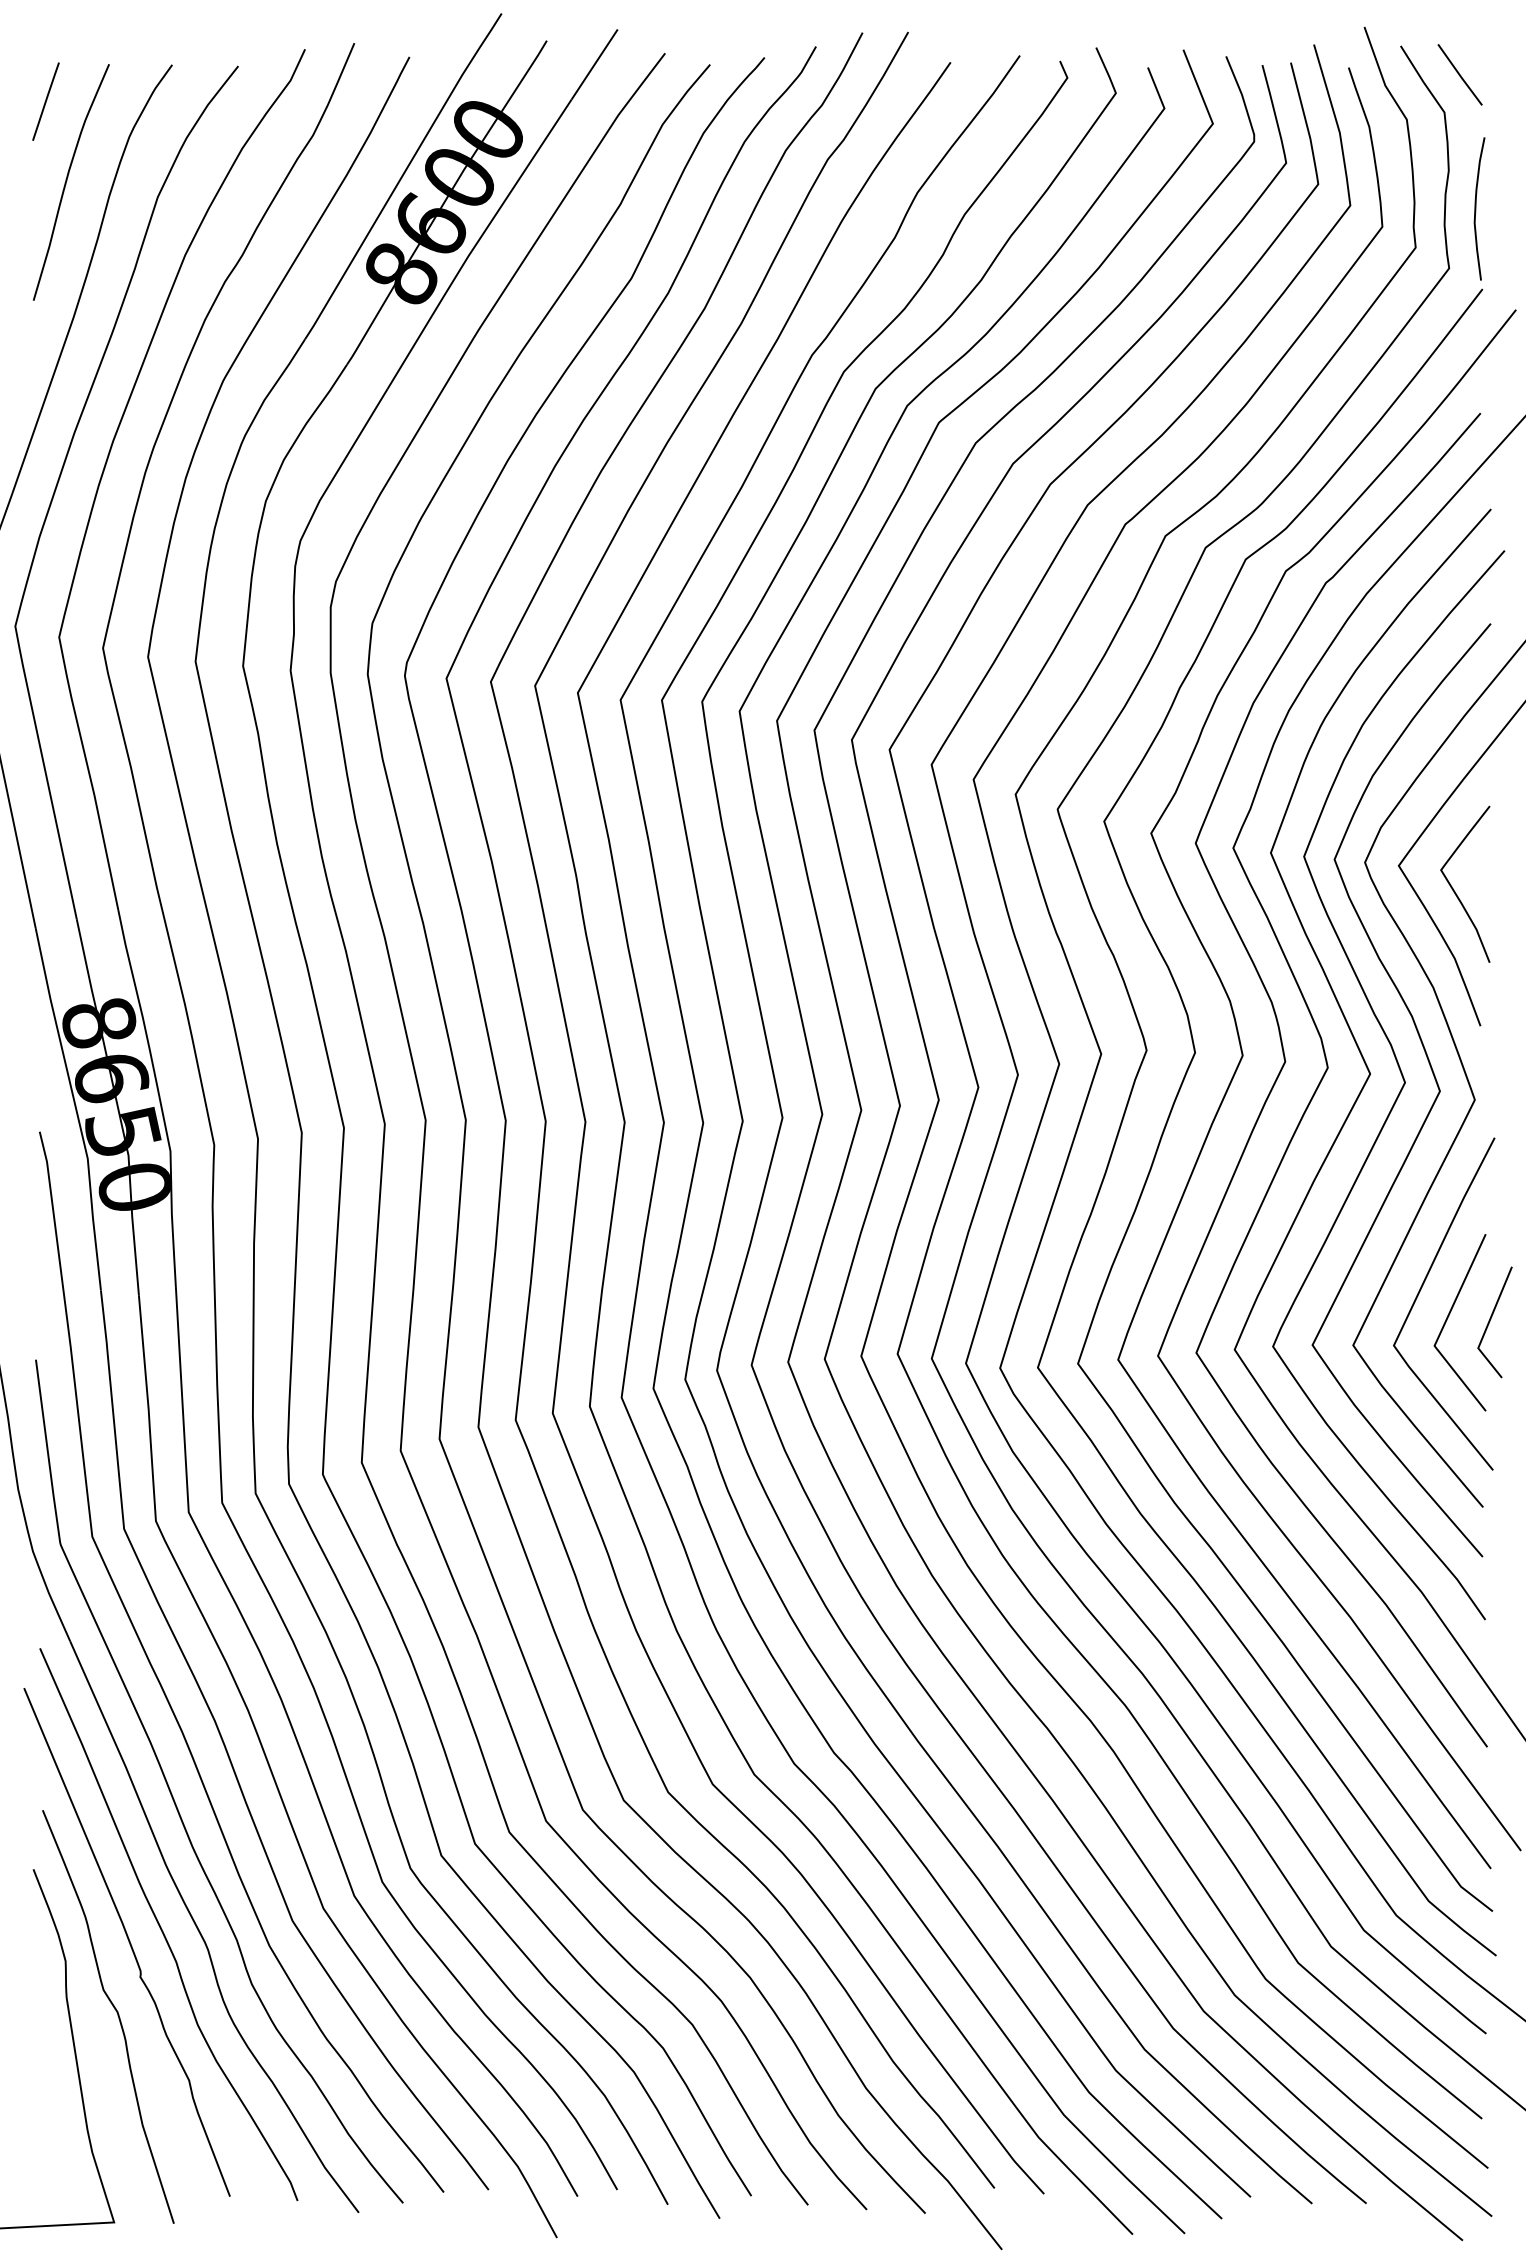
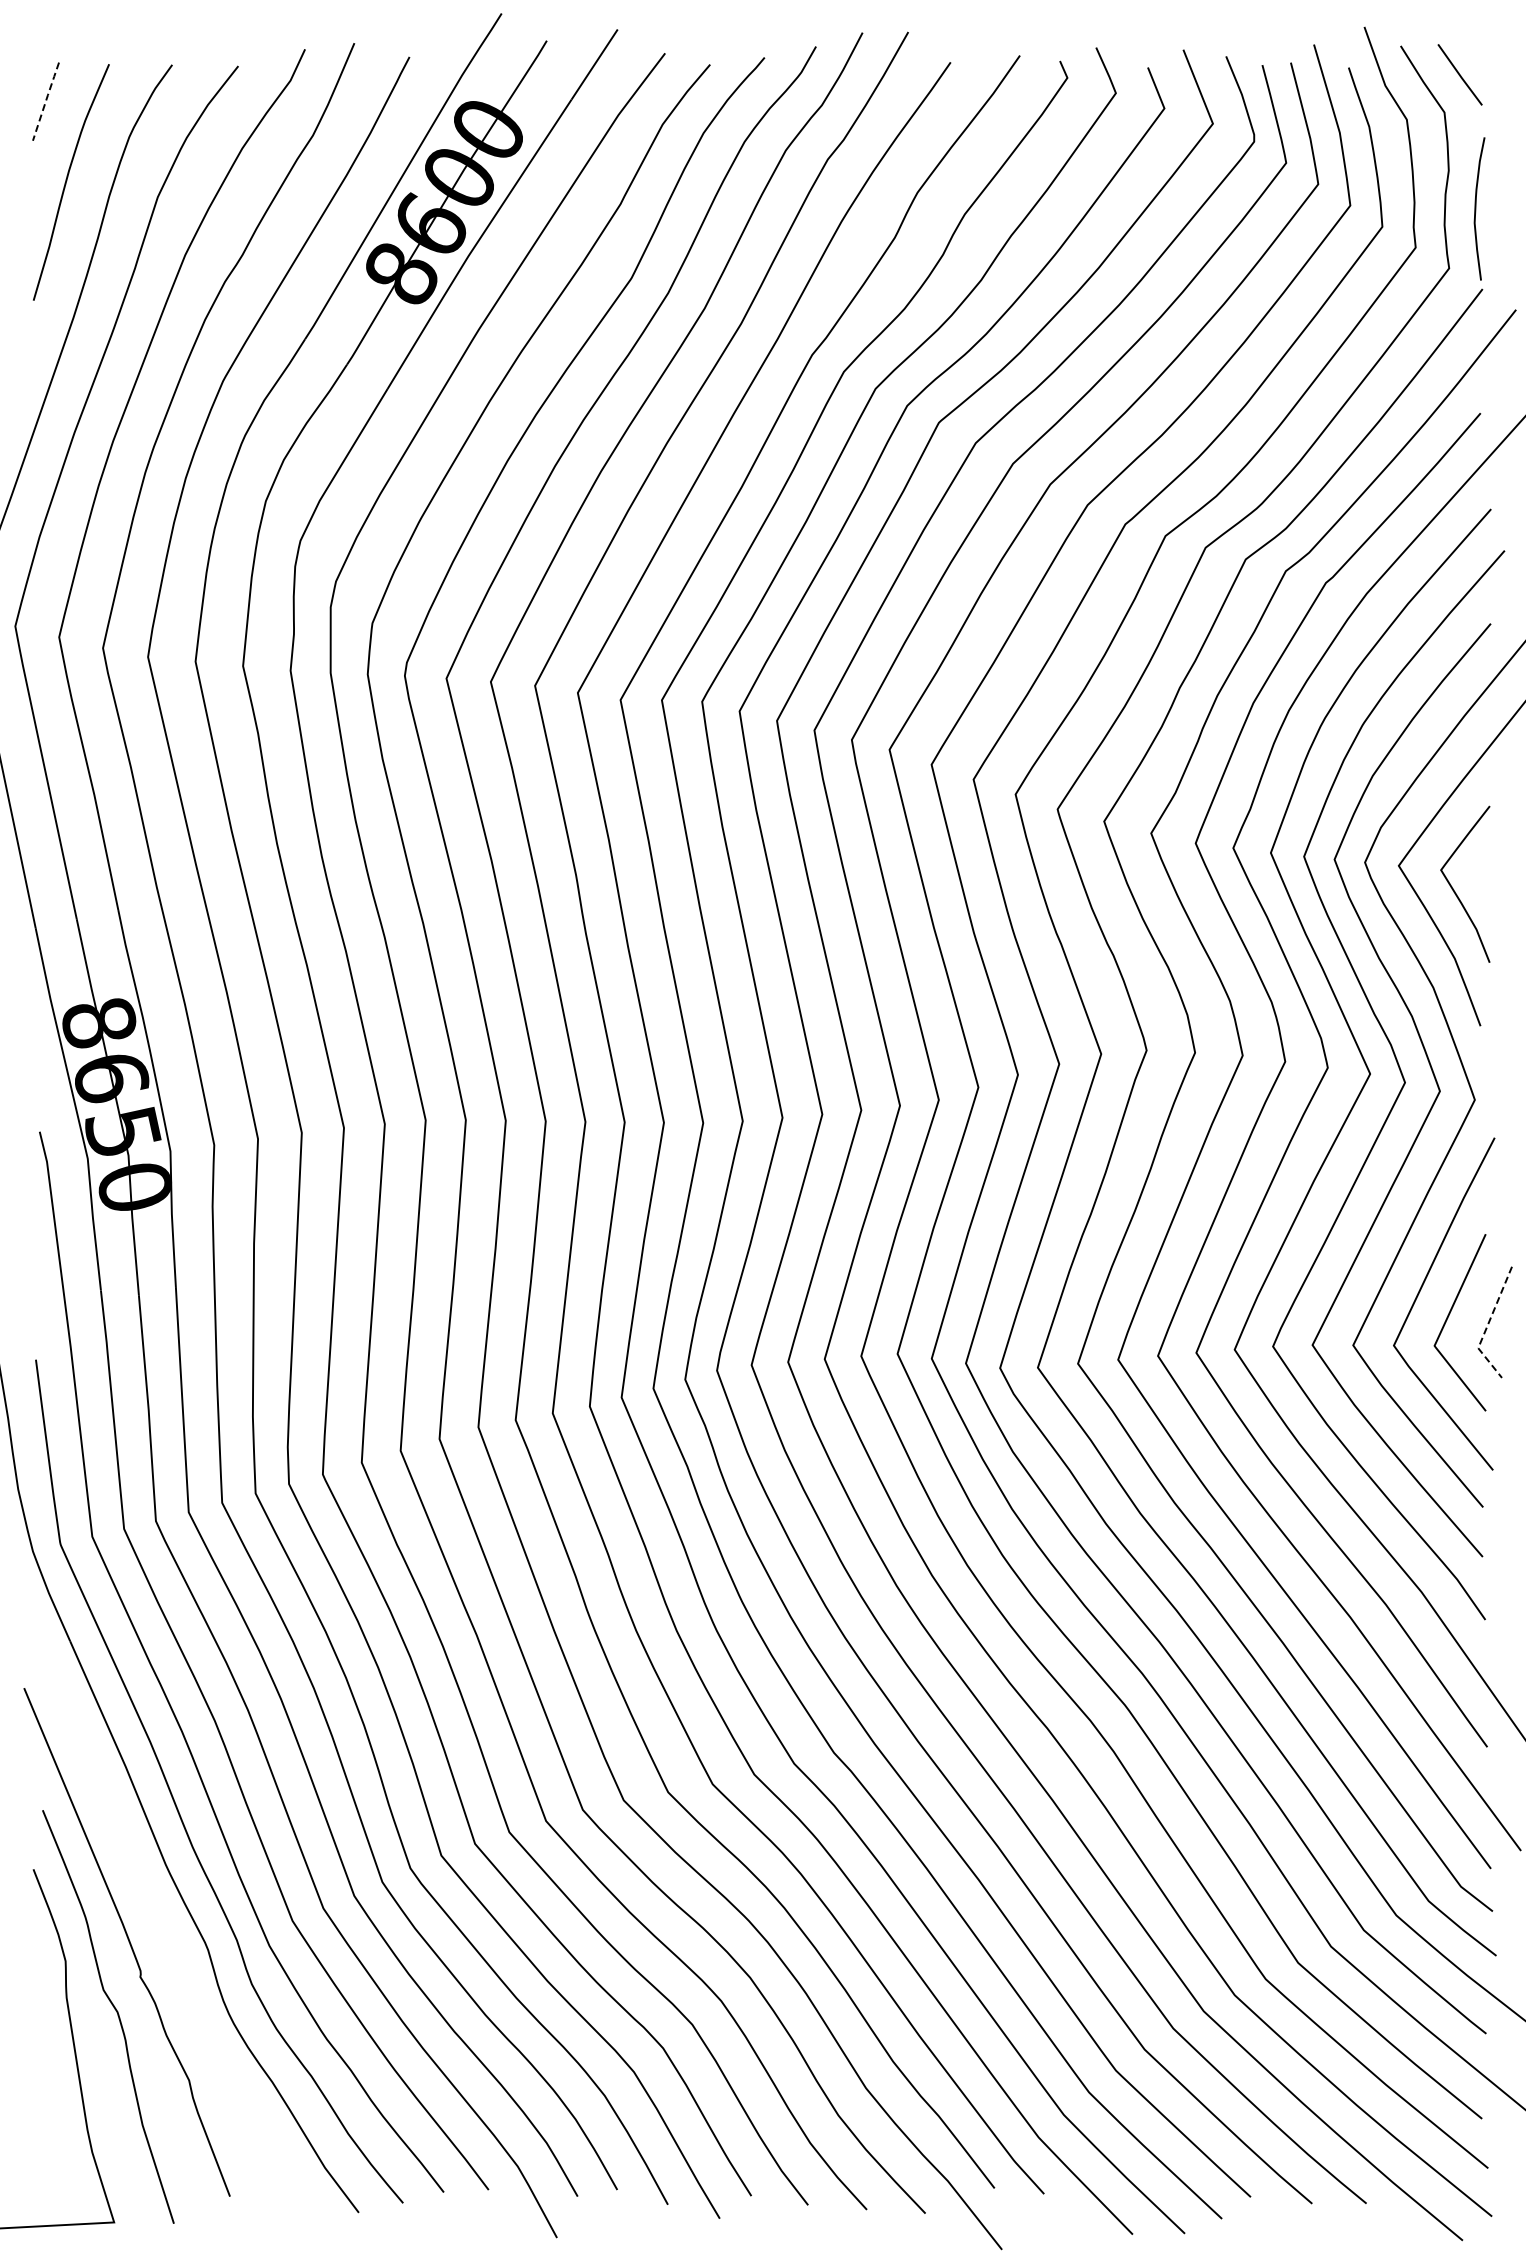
line at (46, 100): solid -> dashed
line at (1487, 1326): solid -> dashed
curve at (161, 1927): present -> none
